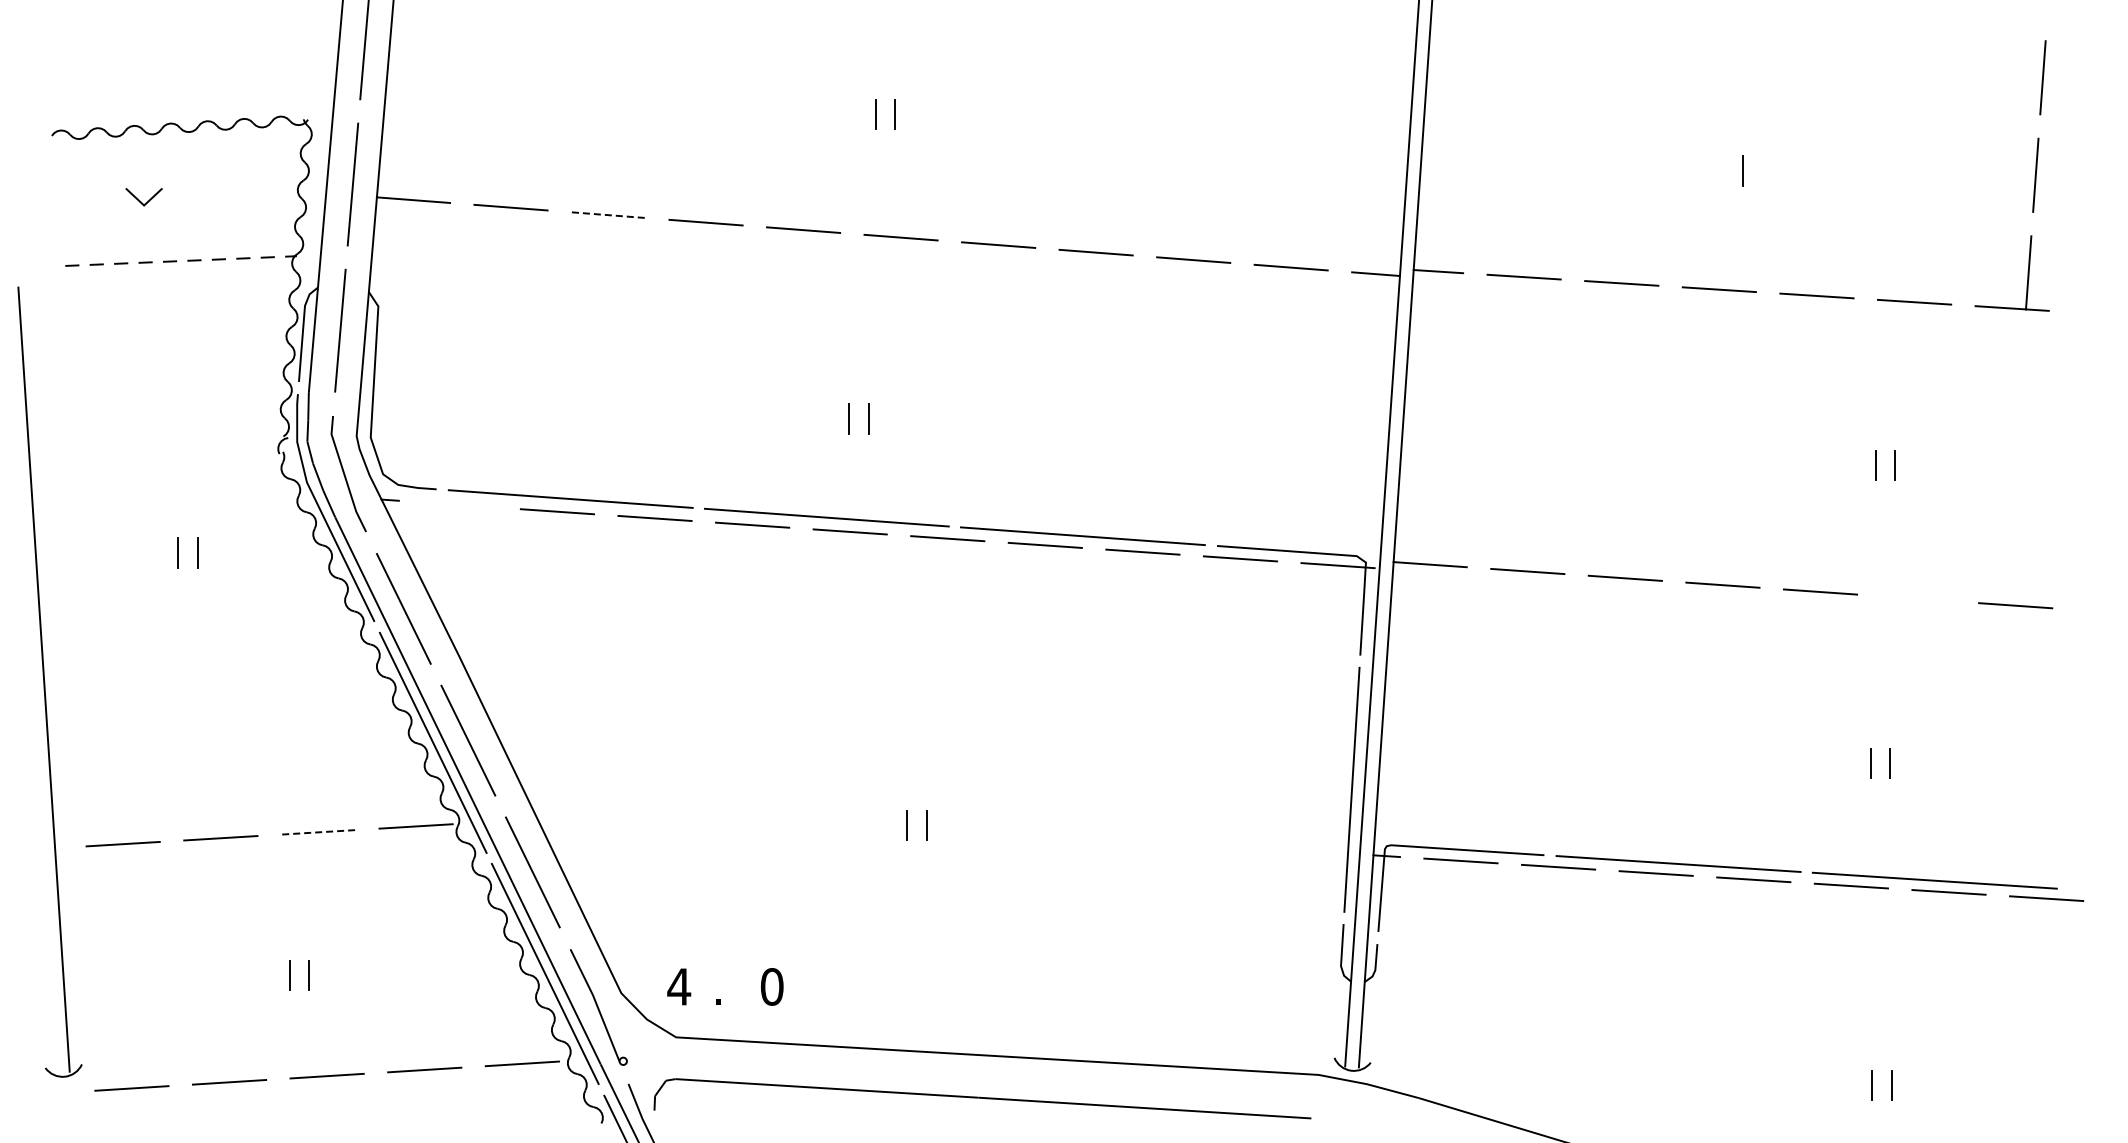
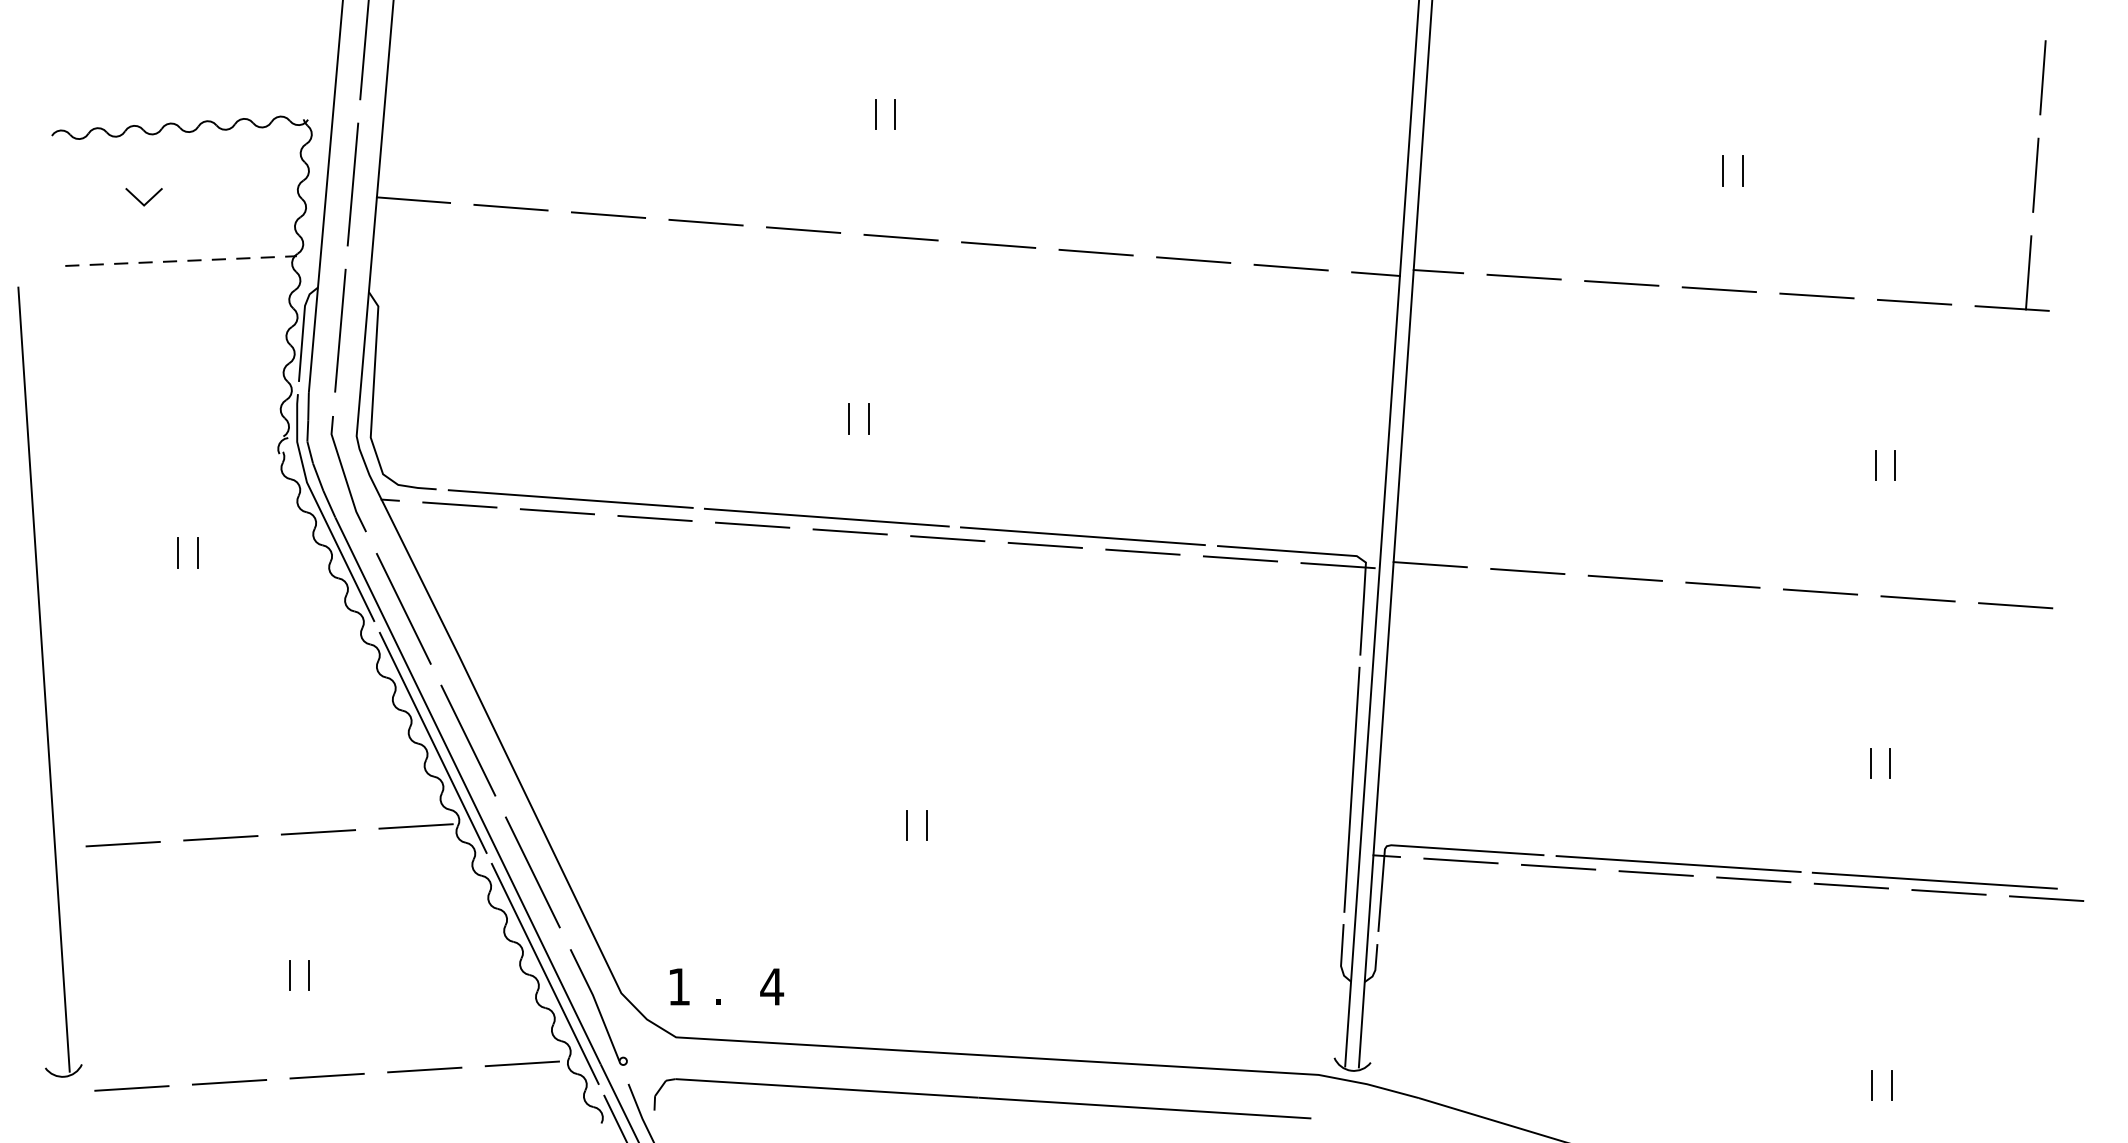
line at (1723, 170): none -> present
line at (608, 215): dashed -> solid
line at (459, 504): none -> present
line at (1917, 598): none -> present
line at (318, 832): dashed -> solid
text at (679, 986): 4 -> 1
text at (772, 986): 0 -> 4
